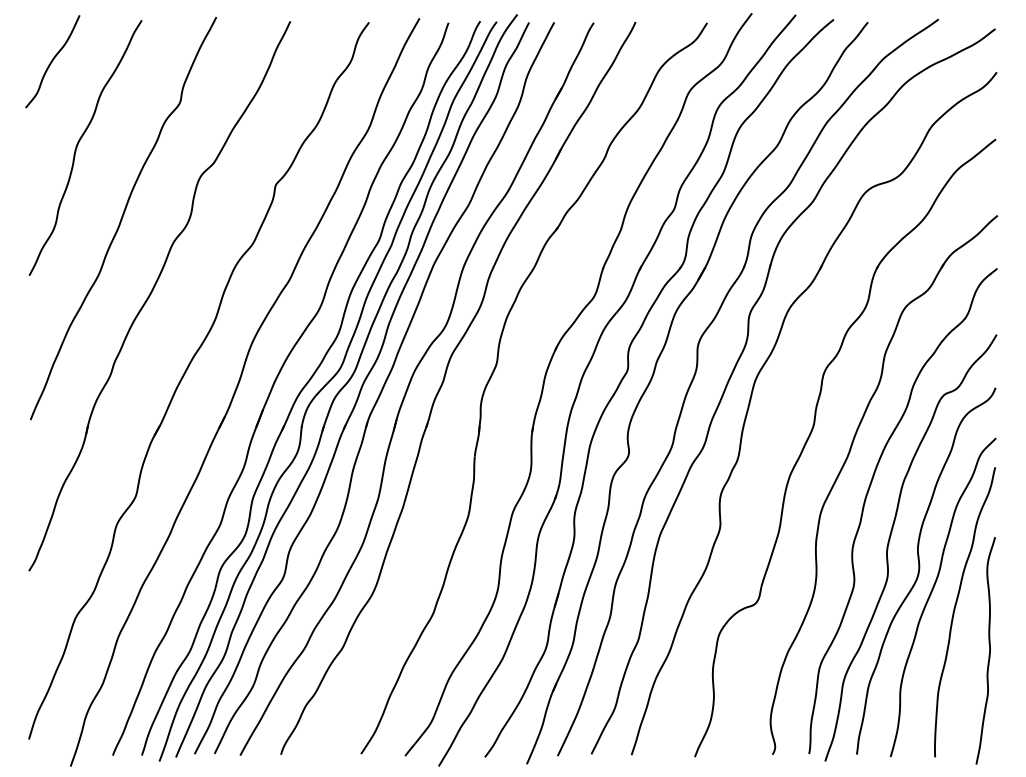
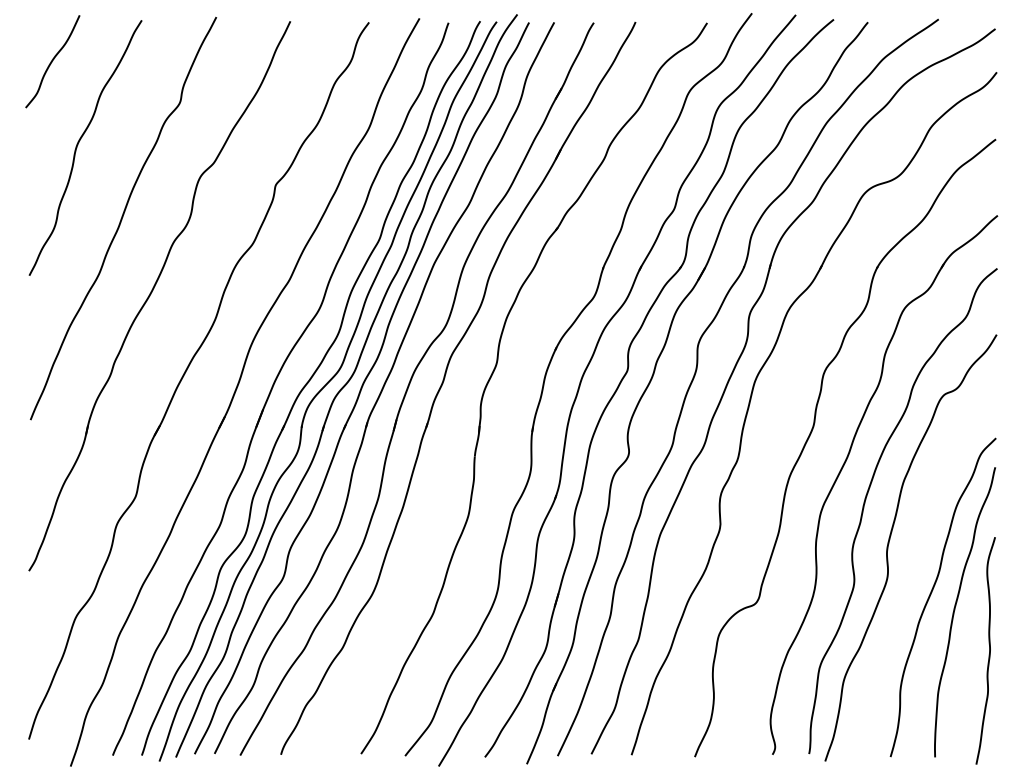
curve at (920, 569): present -> none
